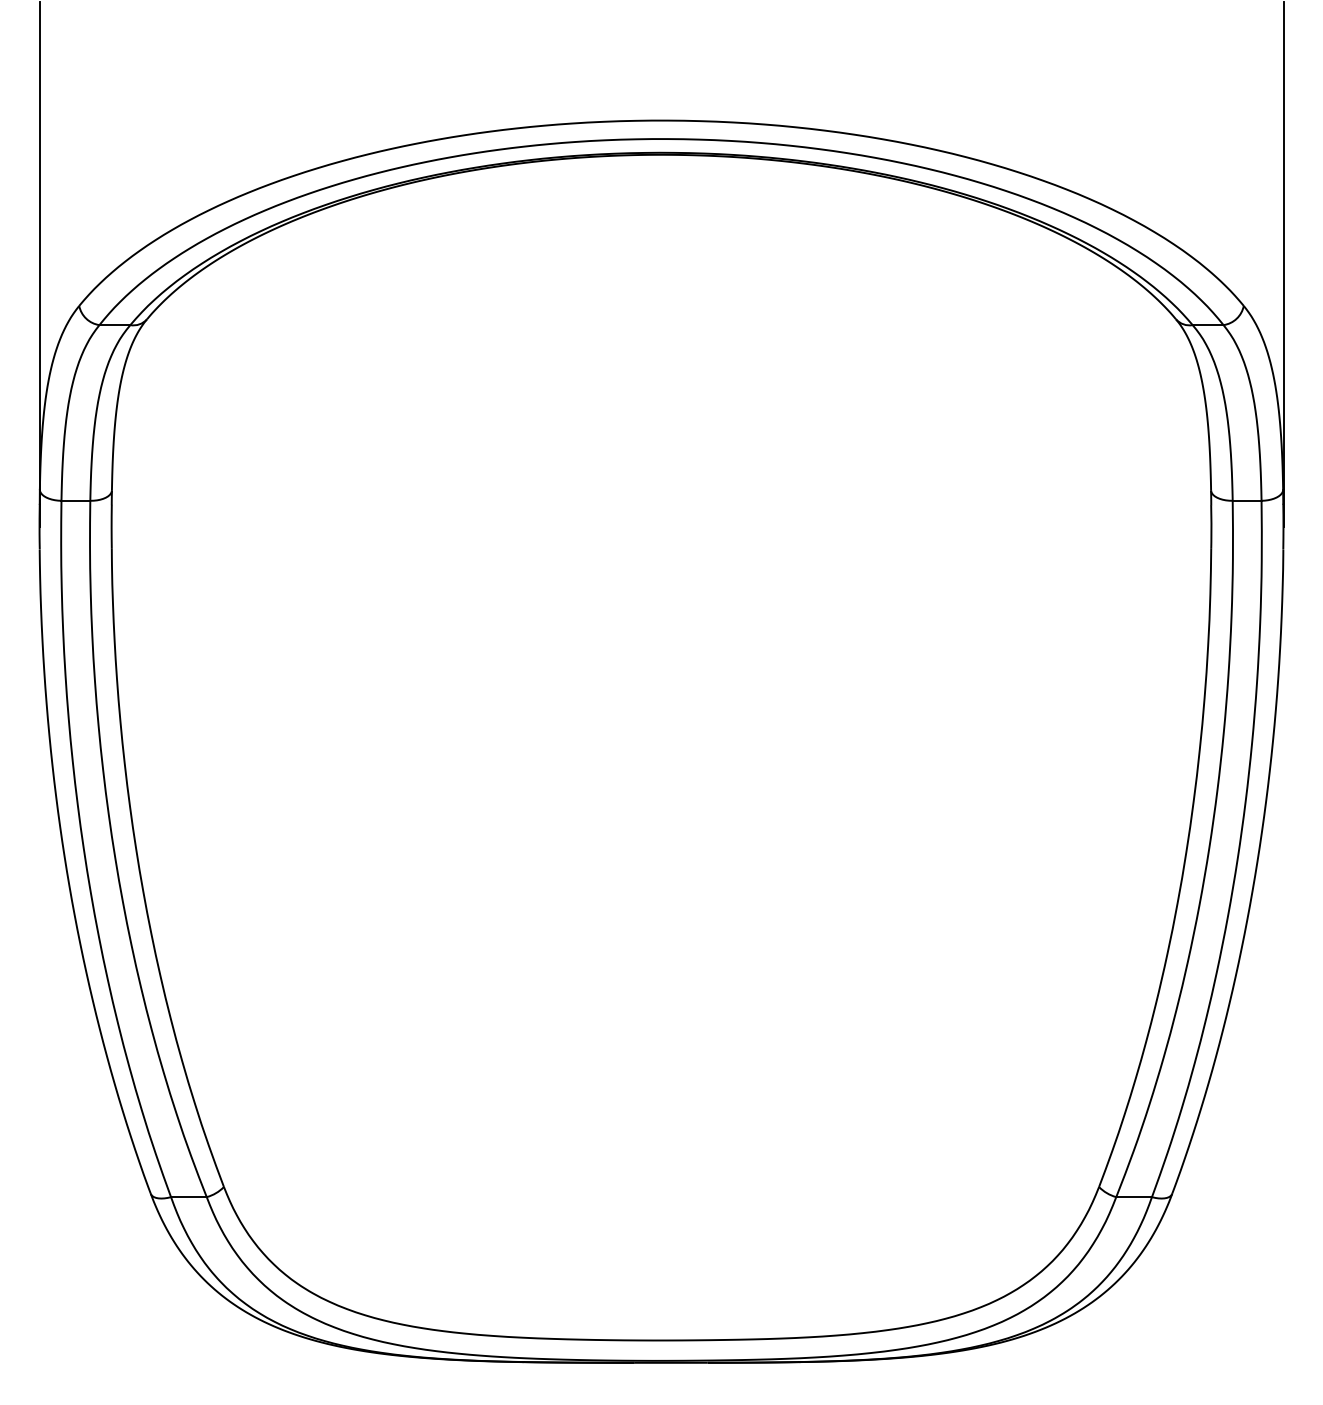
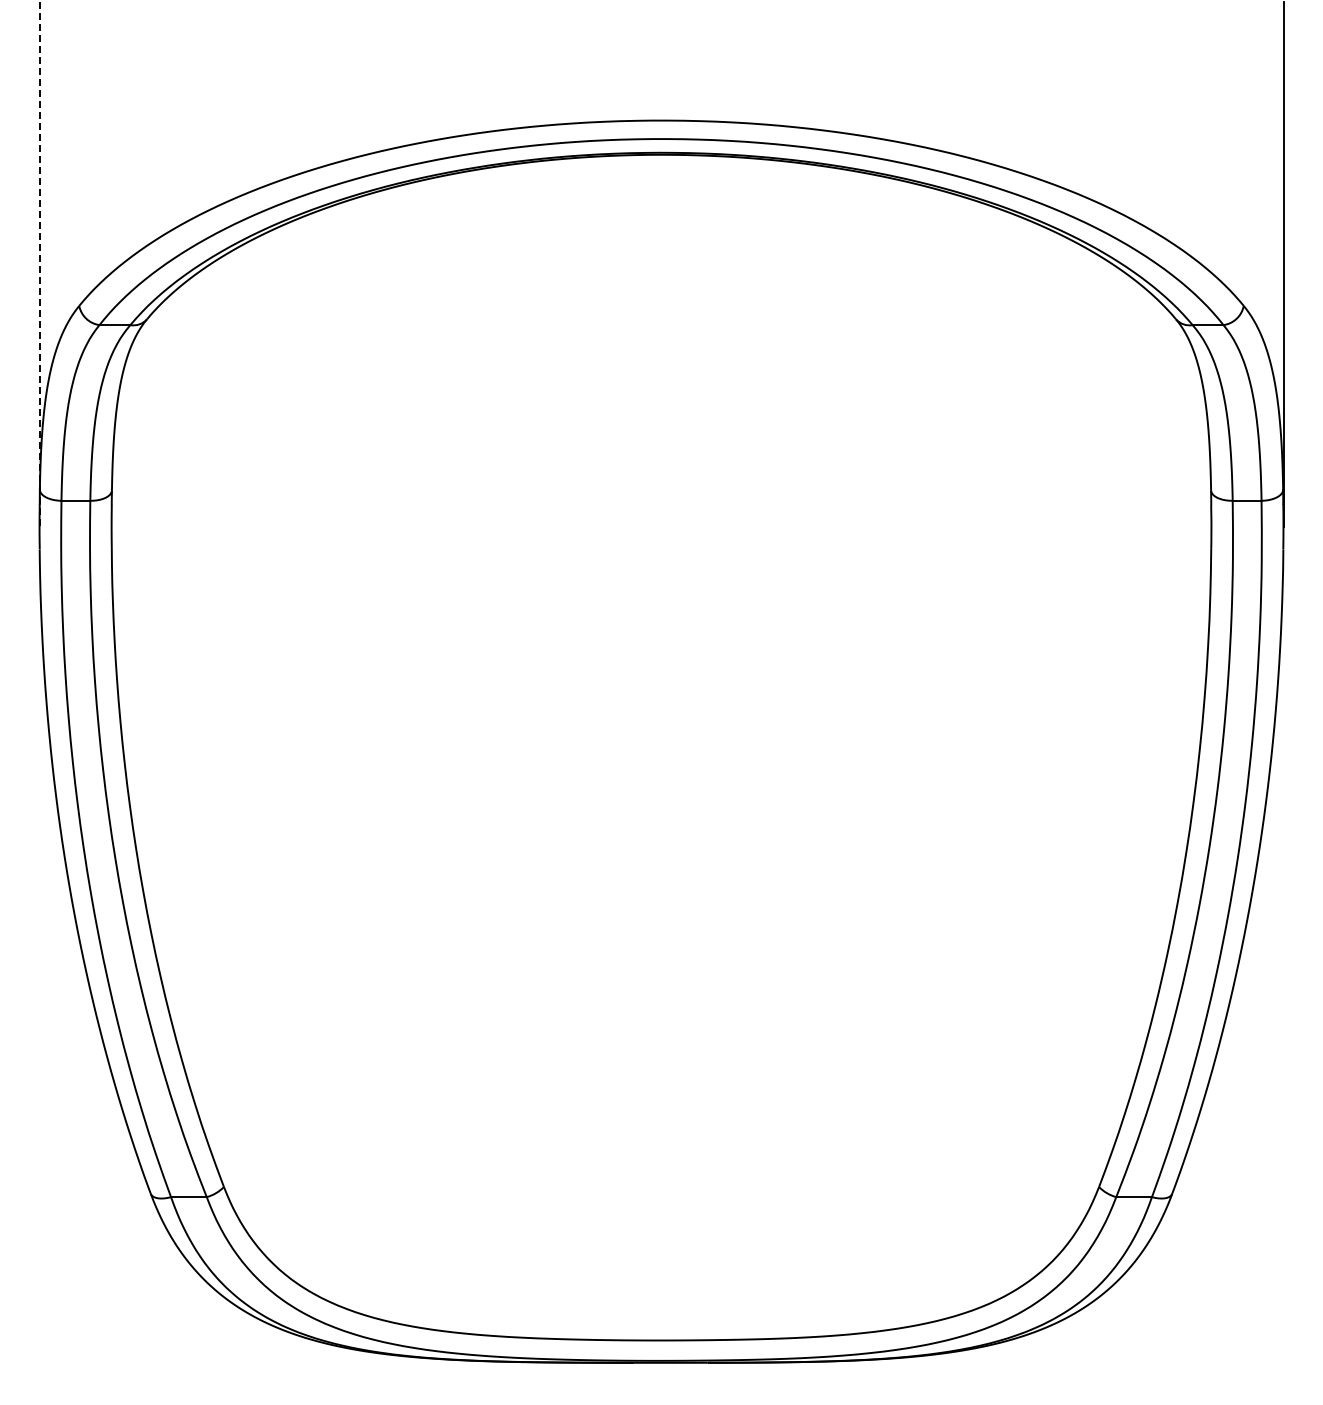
line at (39, 265): solid -> dashed
